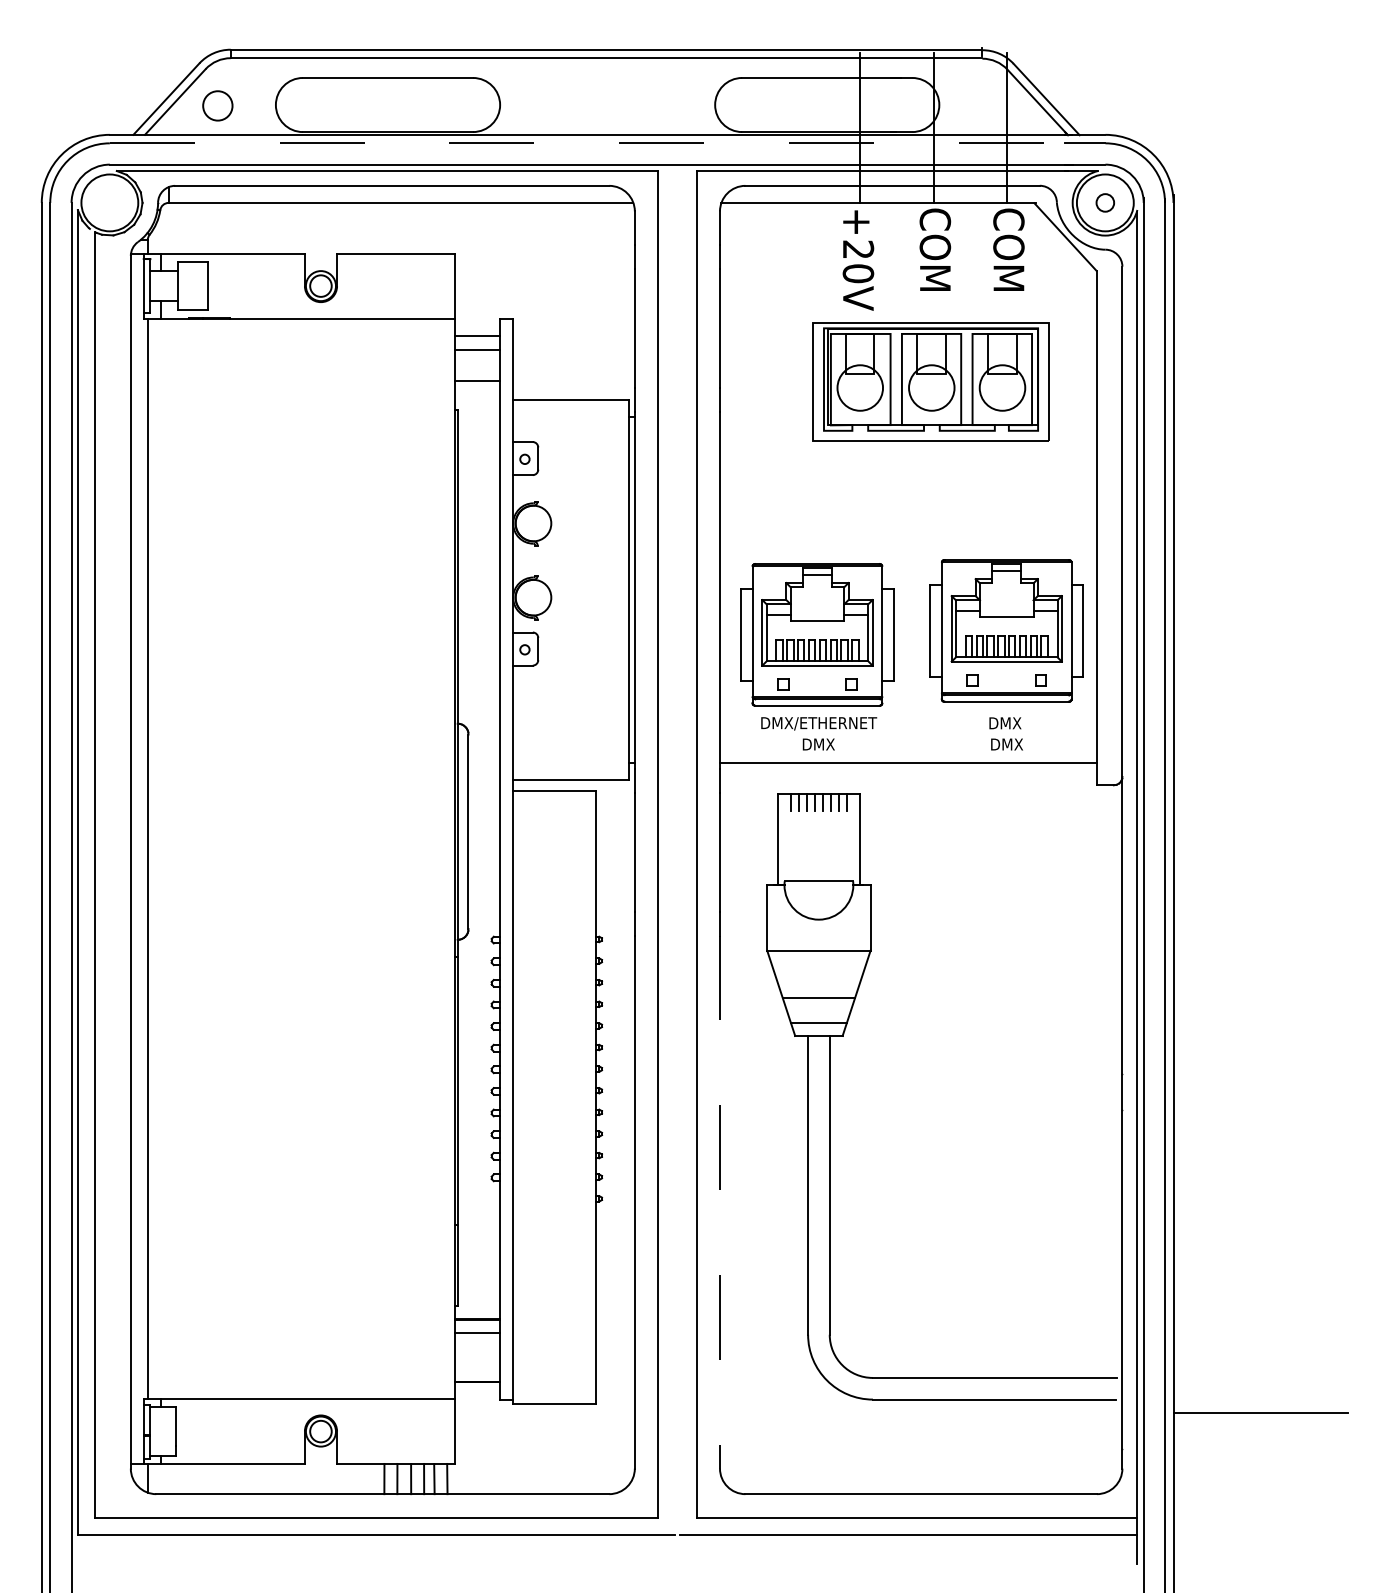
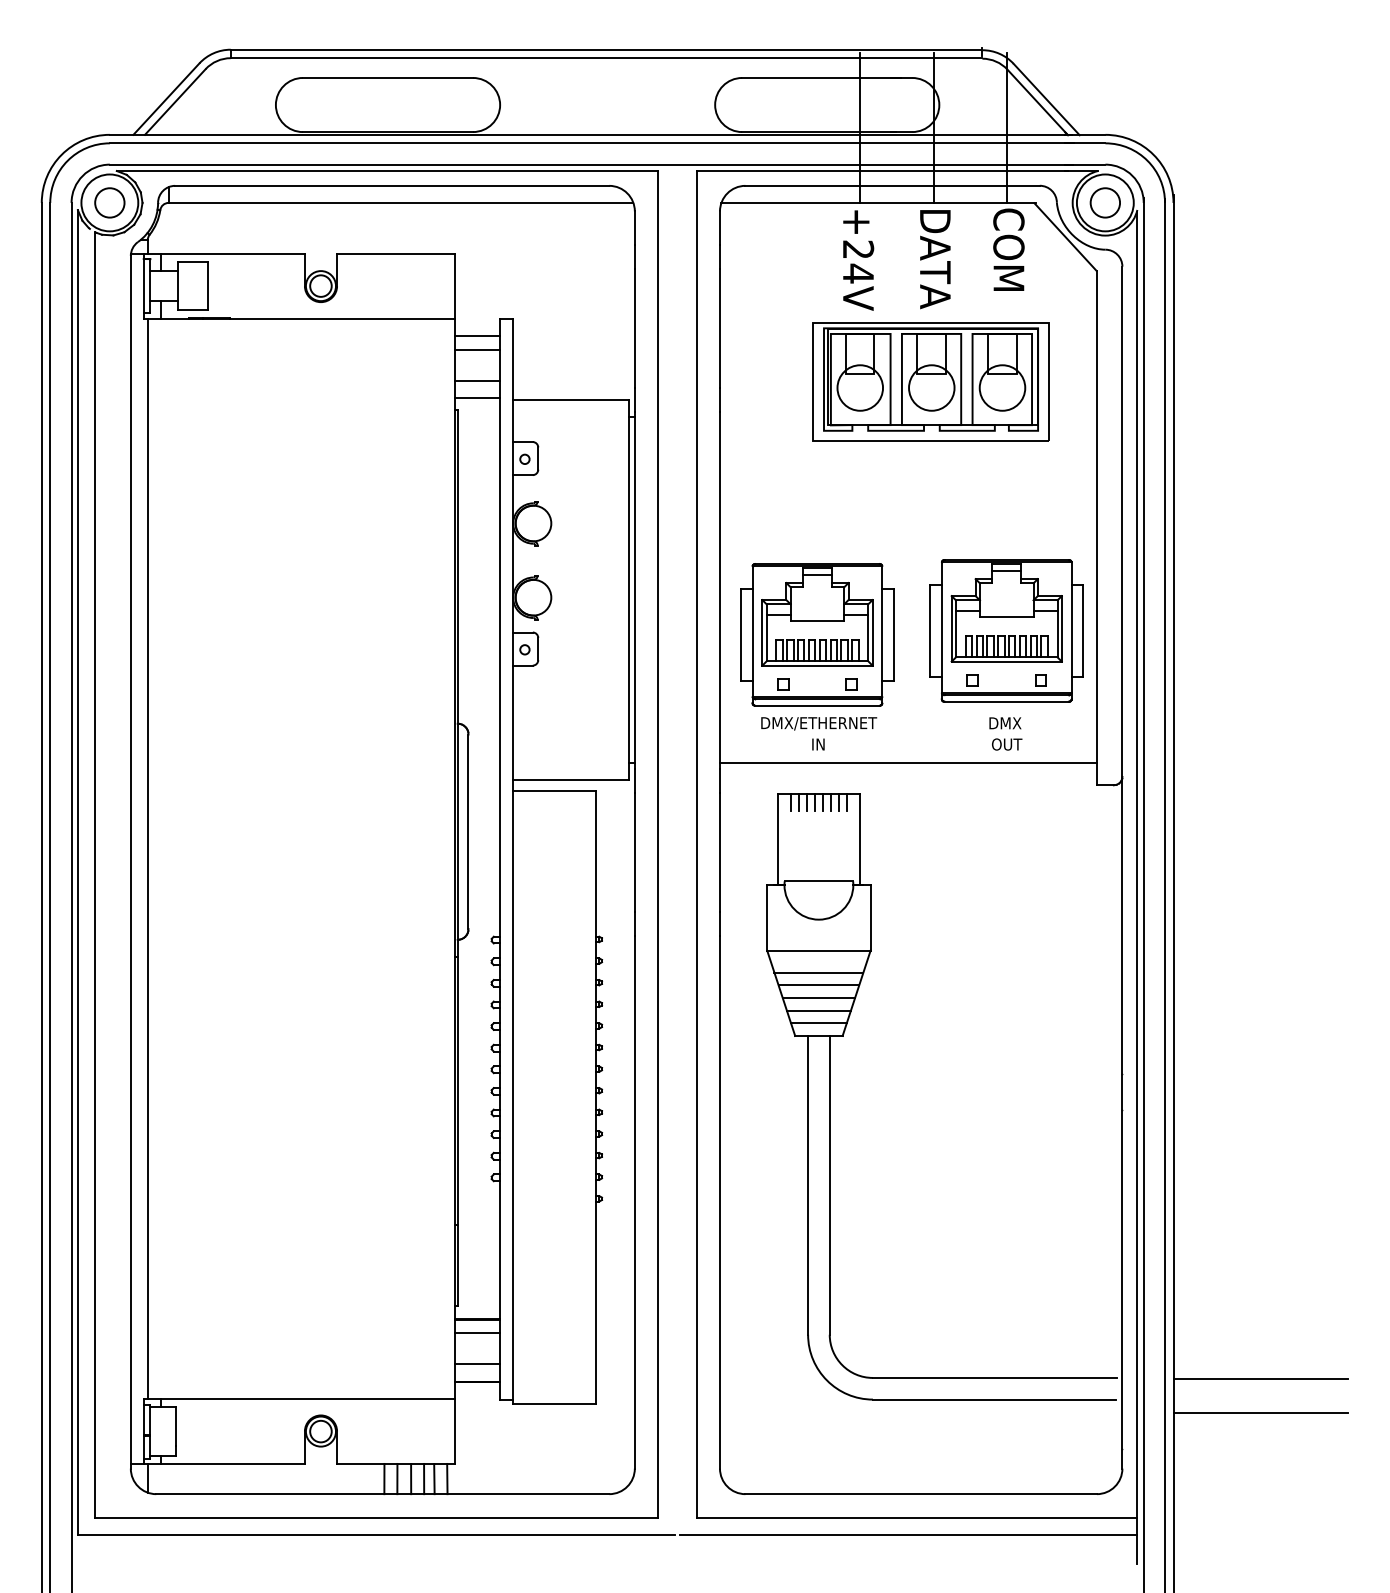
circle at (217, 105) position: (217, 105) -> (109, 202)
line at (592, 143): dashed -> solid
circle at (1105, 202) diameter: 18 px -> 29 px
text at (935, 258): COM -> DATA
text at (858, 273): +20V -> +24V
line at (476, 398): none -> present
text at (818, 744): DMX -> IN
text at (1007, 744): DMX -> OUT
line at (818, 972): none -> present
line at (818, 985): none -> present
line at (818, 1010): none -> present
line at (719, 1202): dashed -> solid
line at (476, 1363): none -> present
line at (1260, 1378): none -> present
